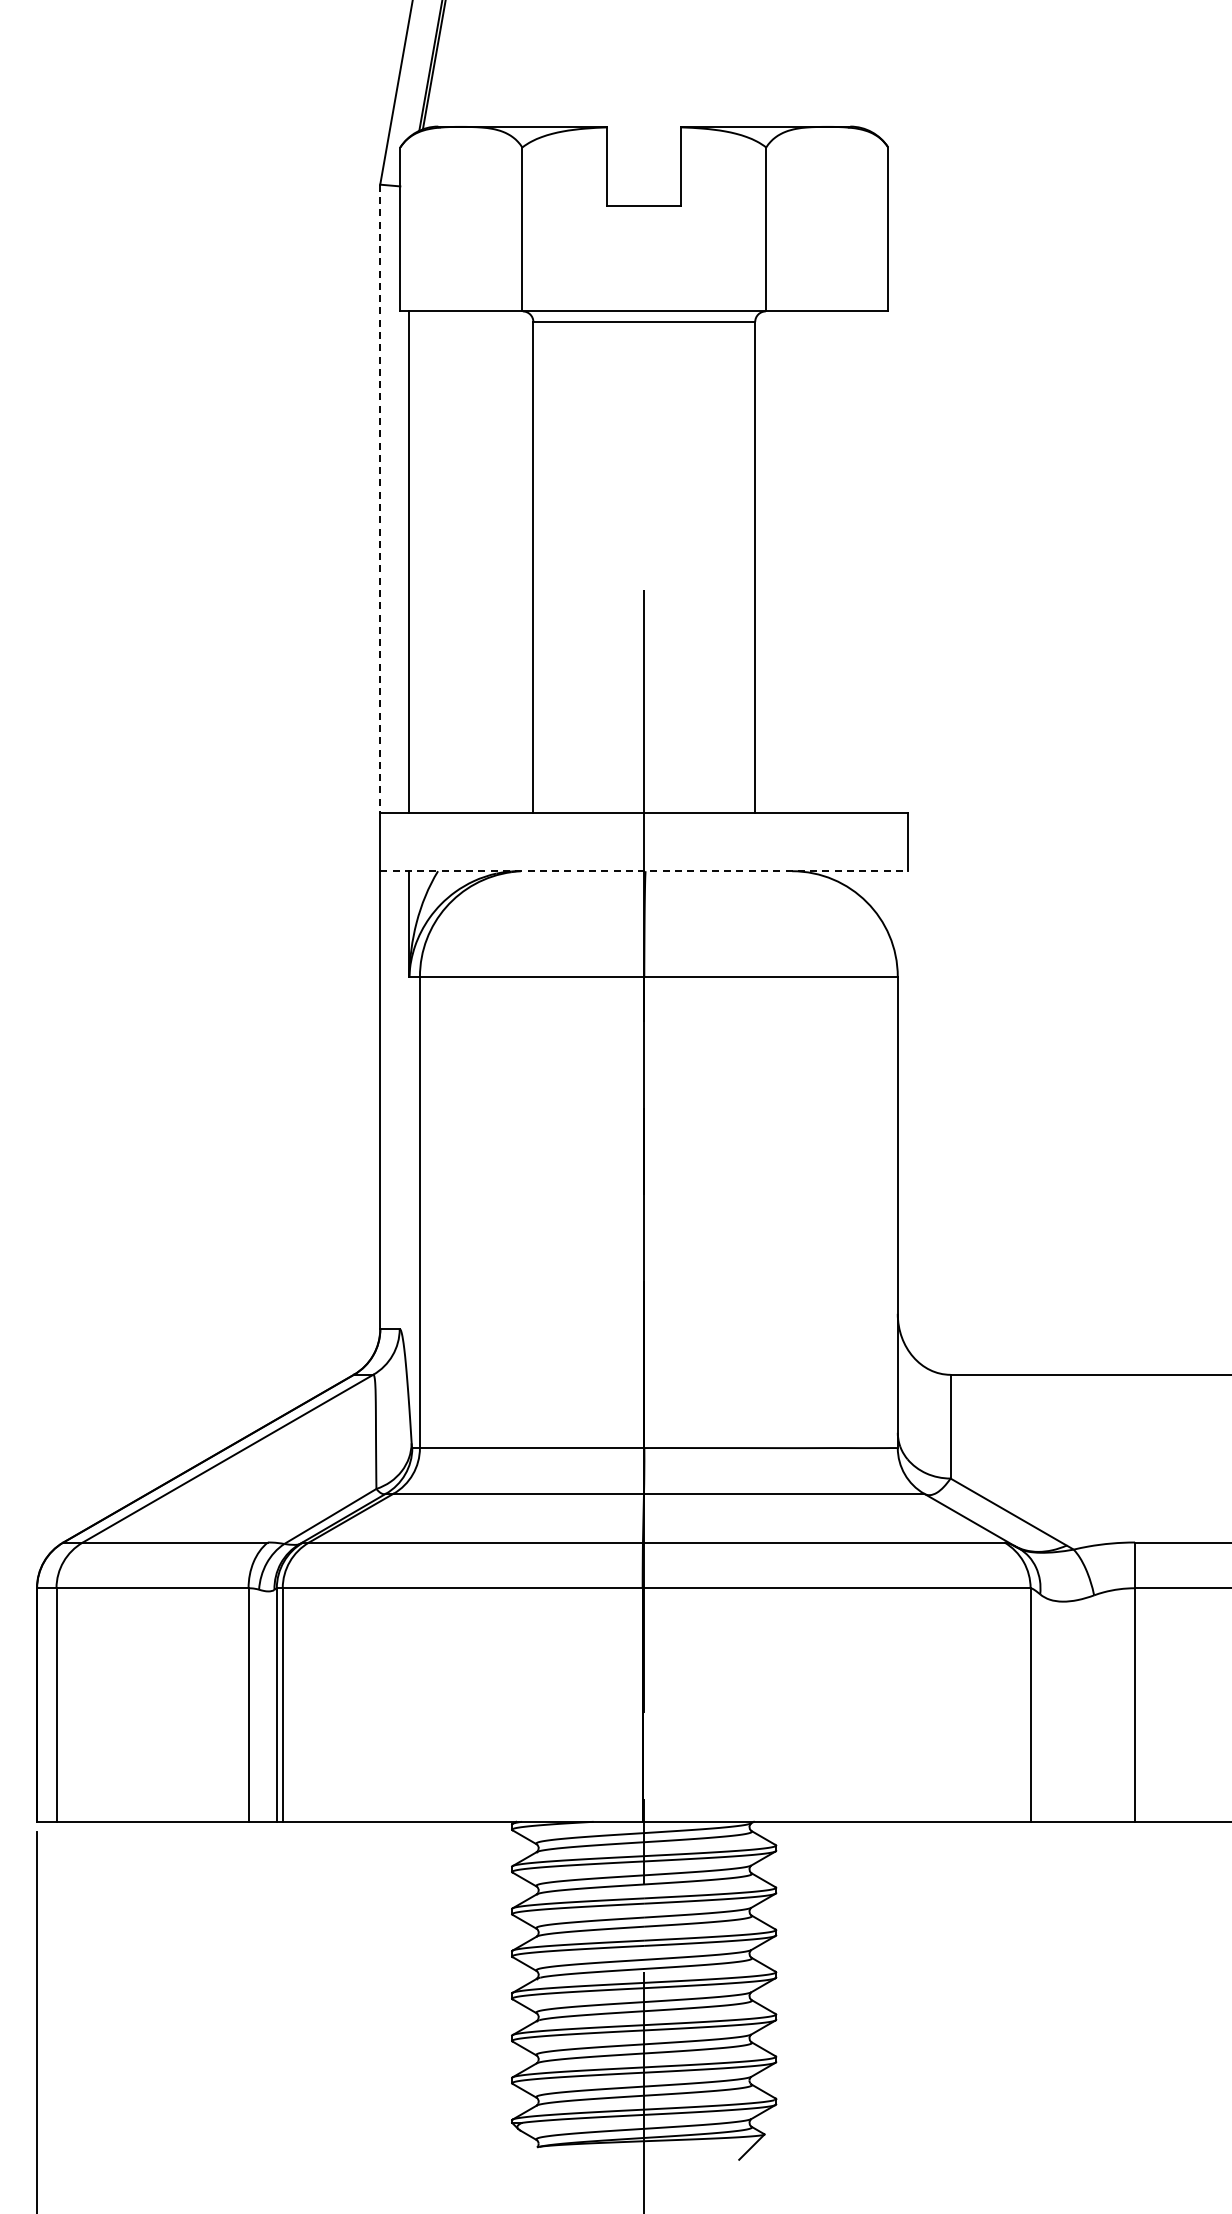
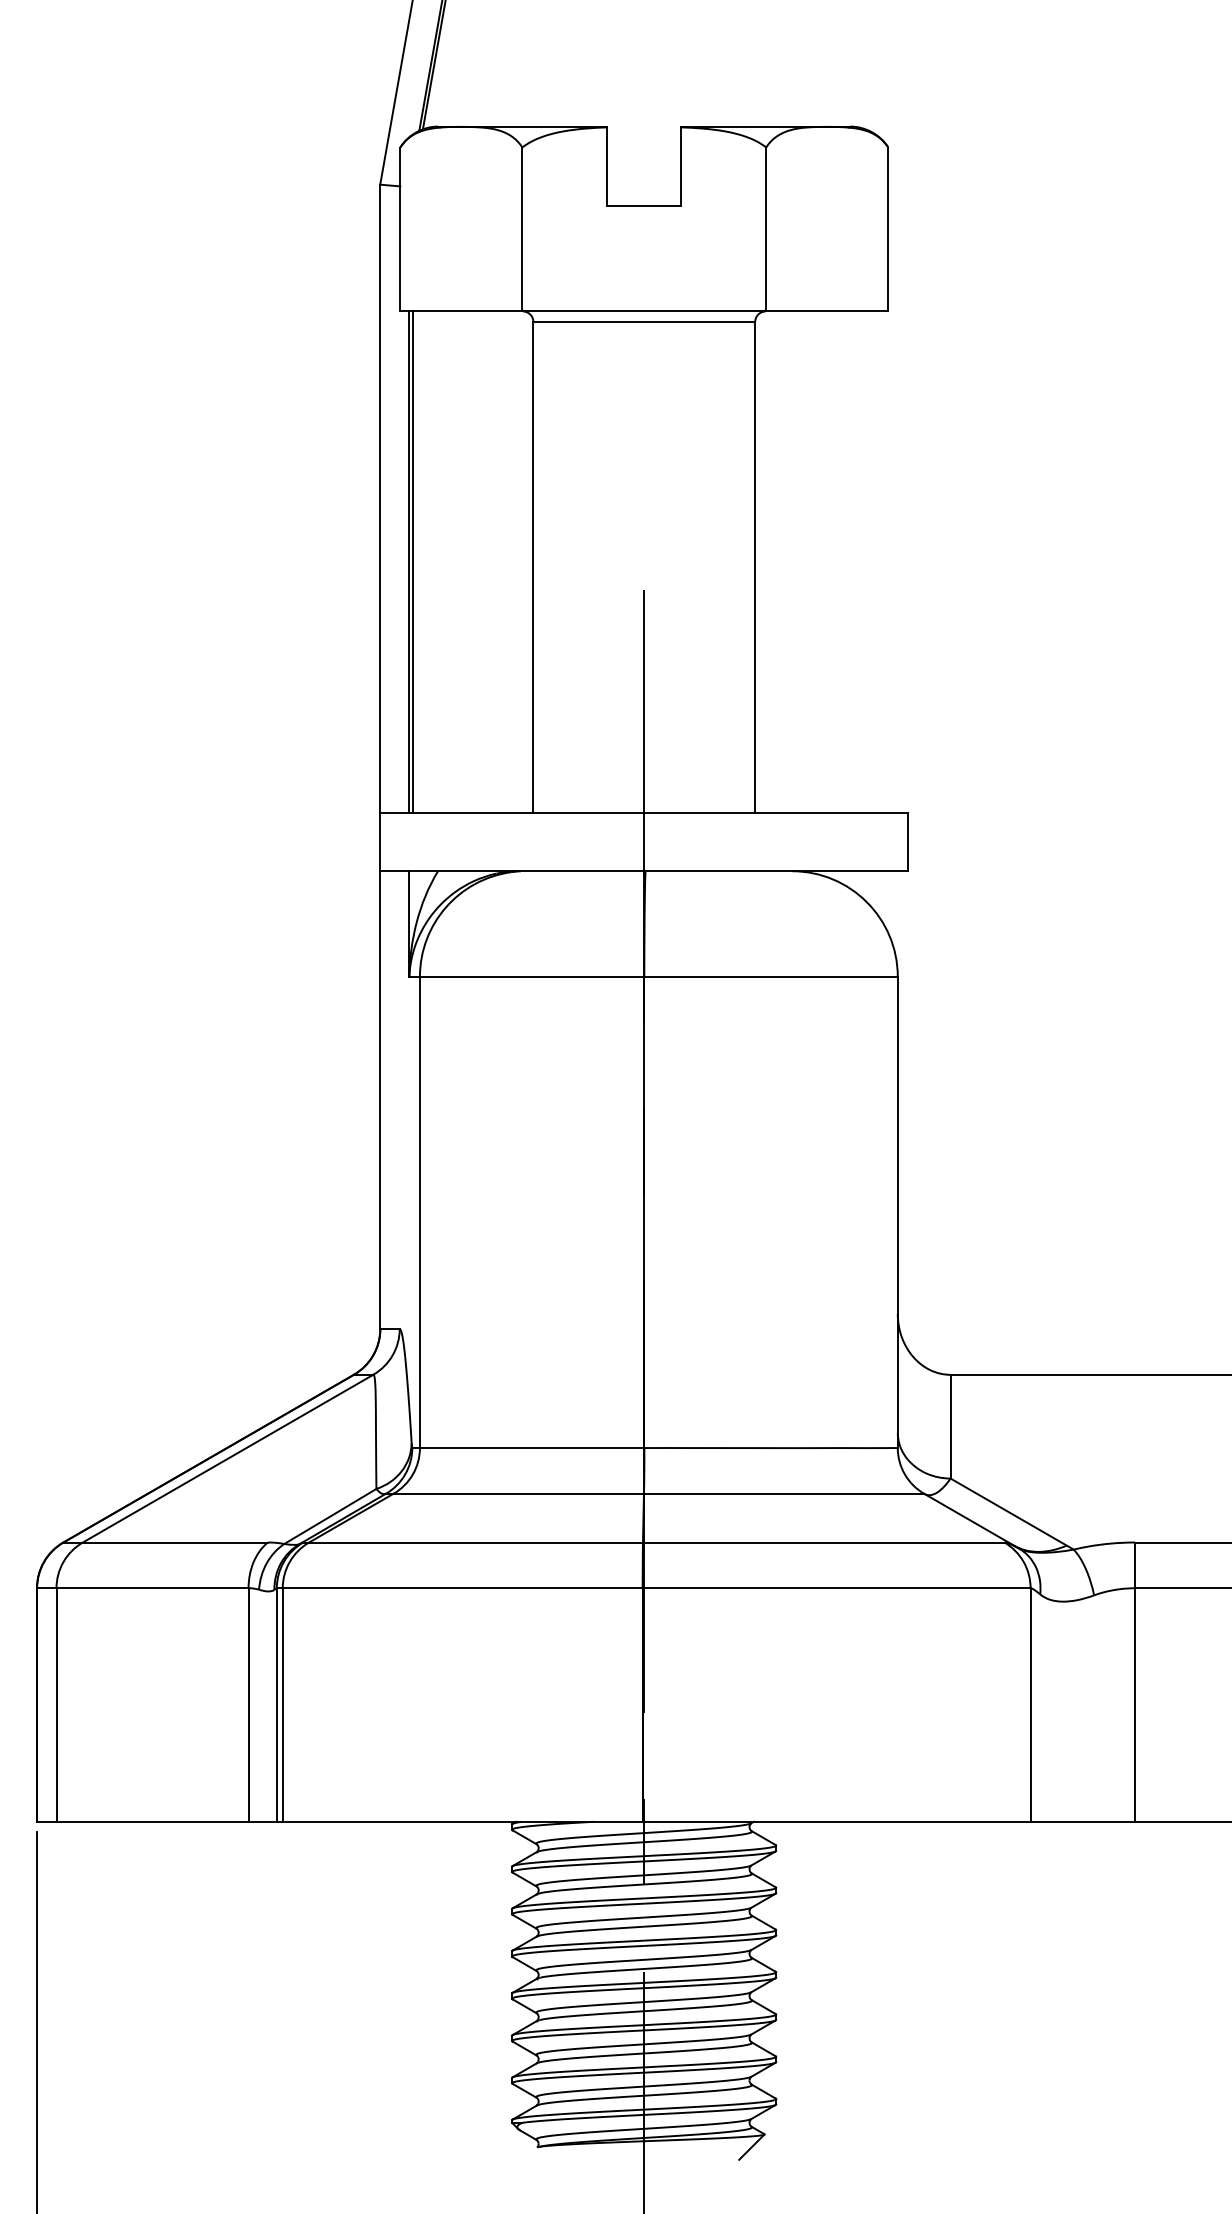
line at (380, 499): dashed -> solid
line at (412, 562): none -> present
line at (644, 871): dashed -> solid
